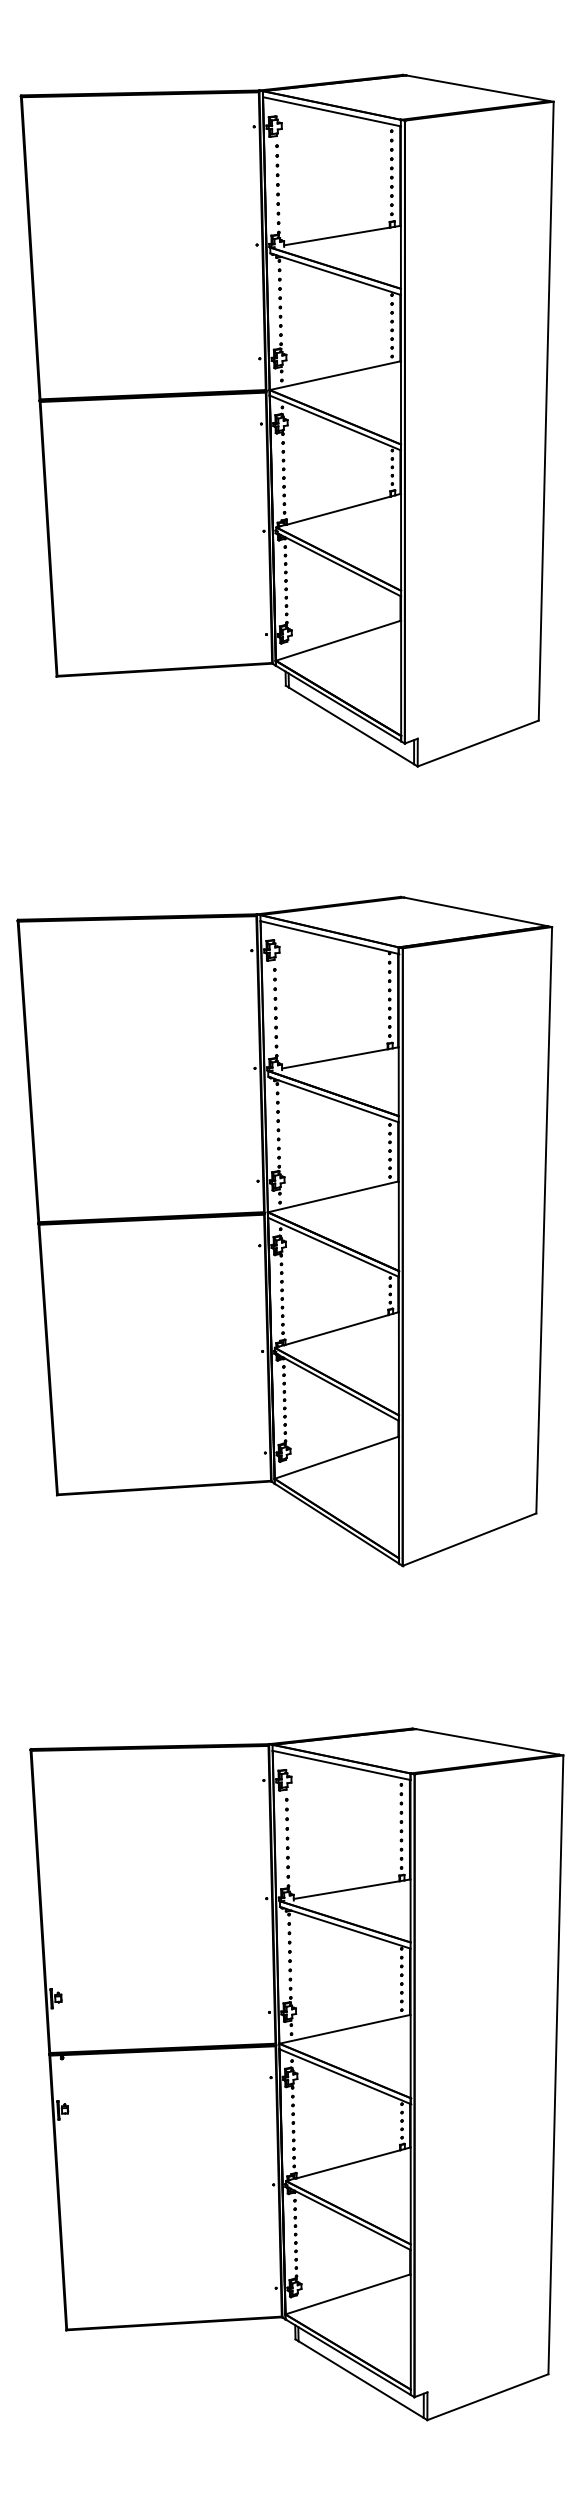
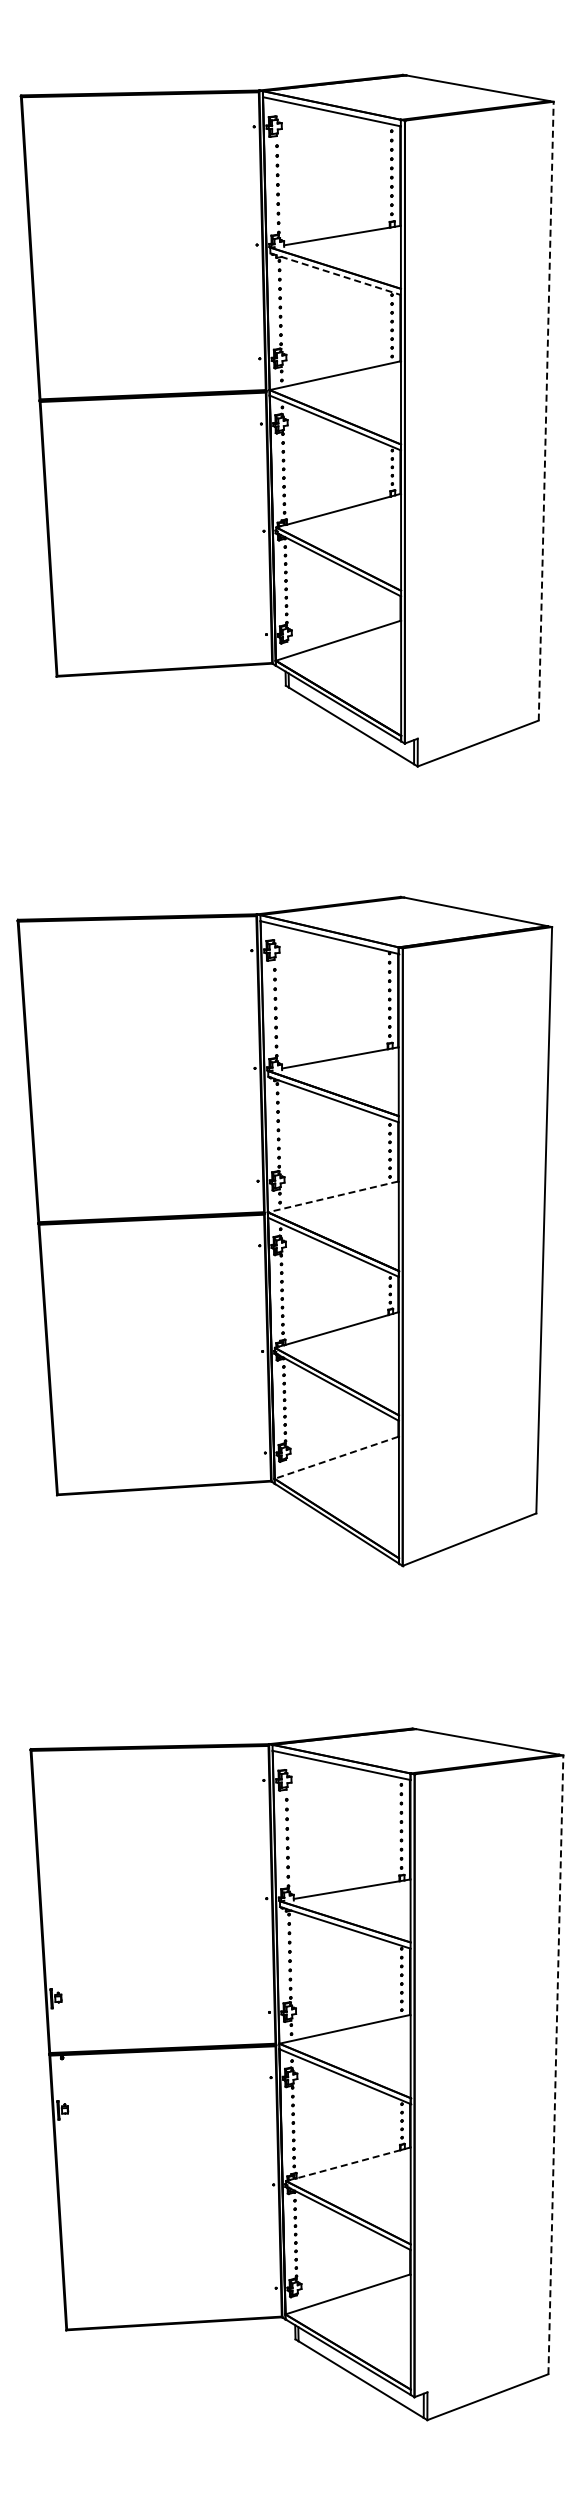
line at (335, 274): solid -> dashed
line at (546, 410): solid -> dashed
line at (333, 1196): solid -> dashed
line at (336, 1457): solid -> dashed
line at (555, 2064): solid -> dashed
line at (348, 2164): solid -> dashed
